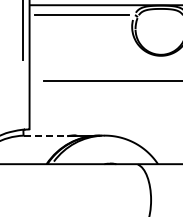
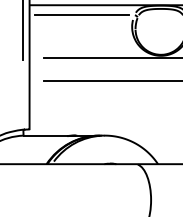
line at (111, 57): none -> present
line at (49, 135): dashed -> solid
